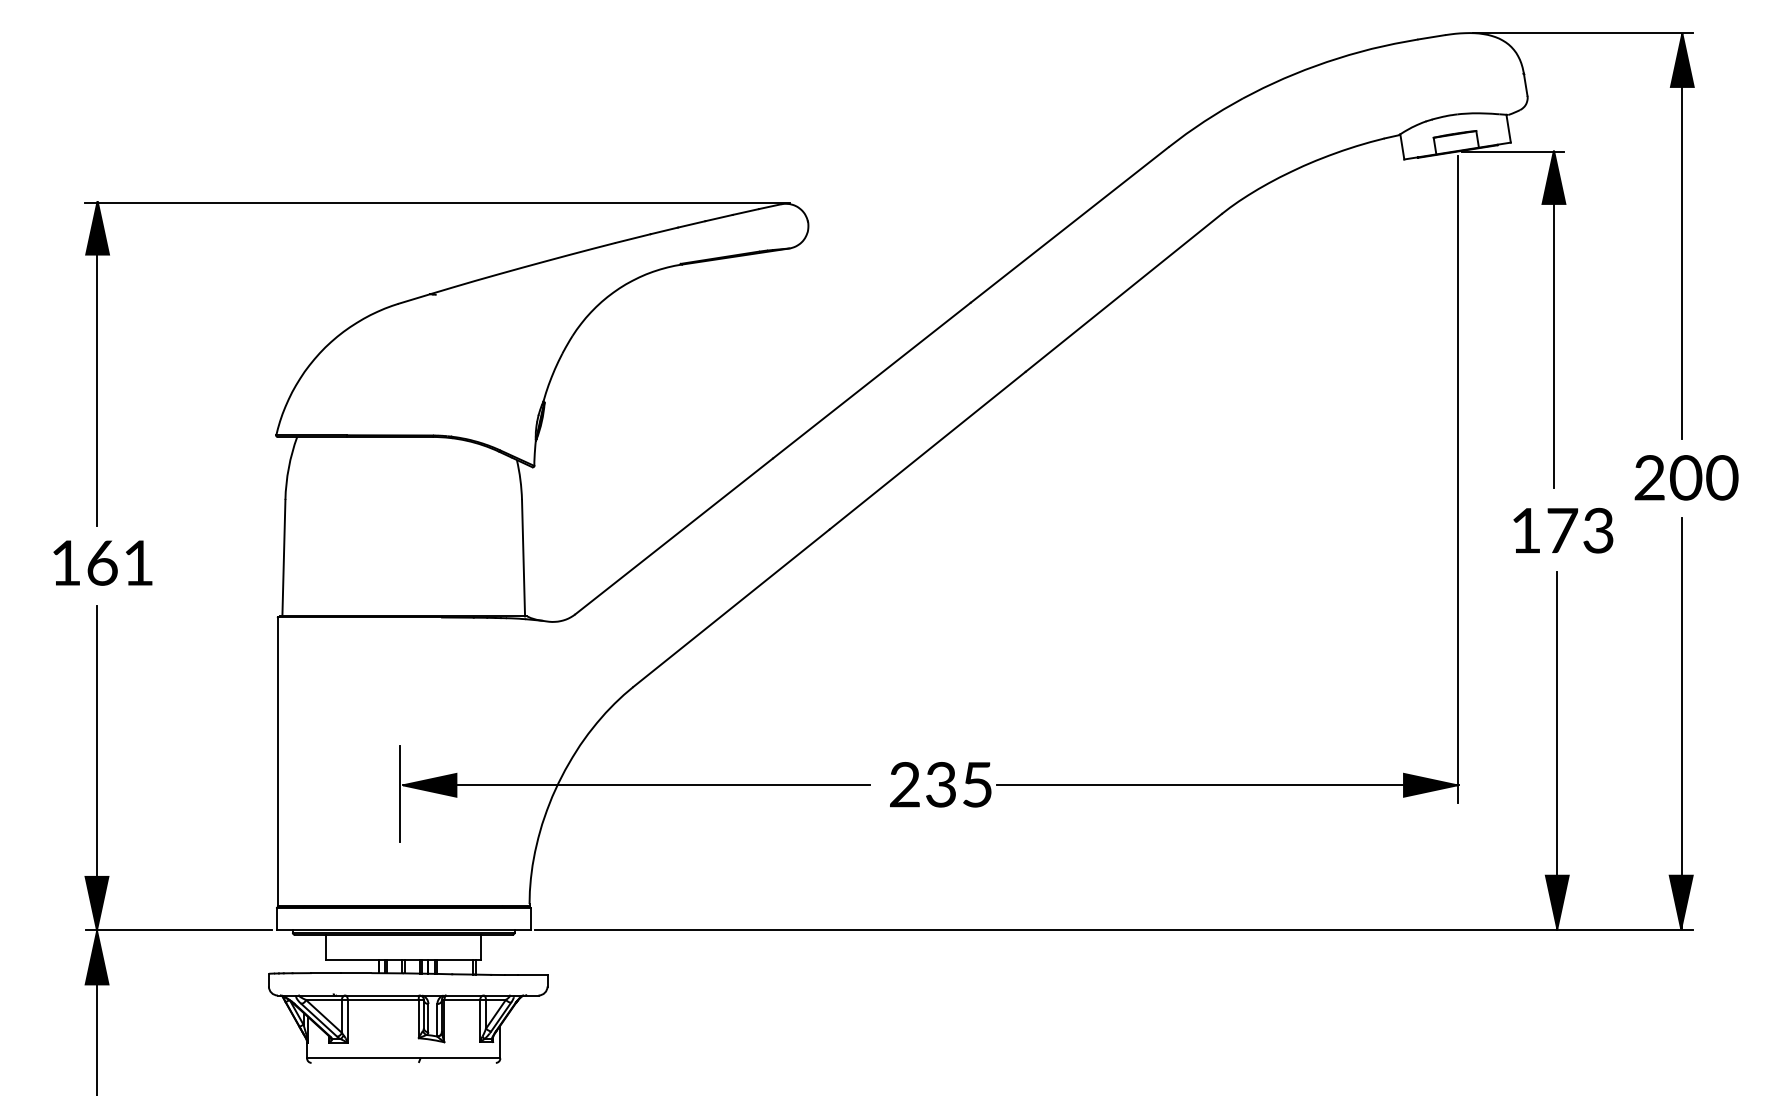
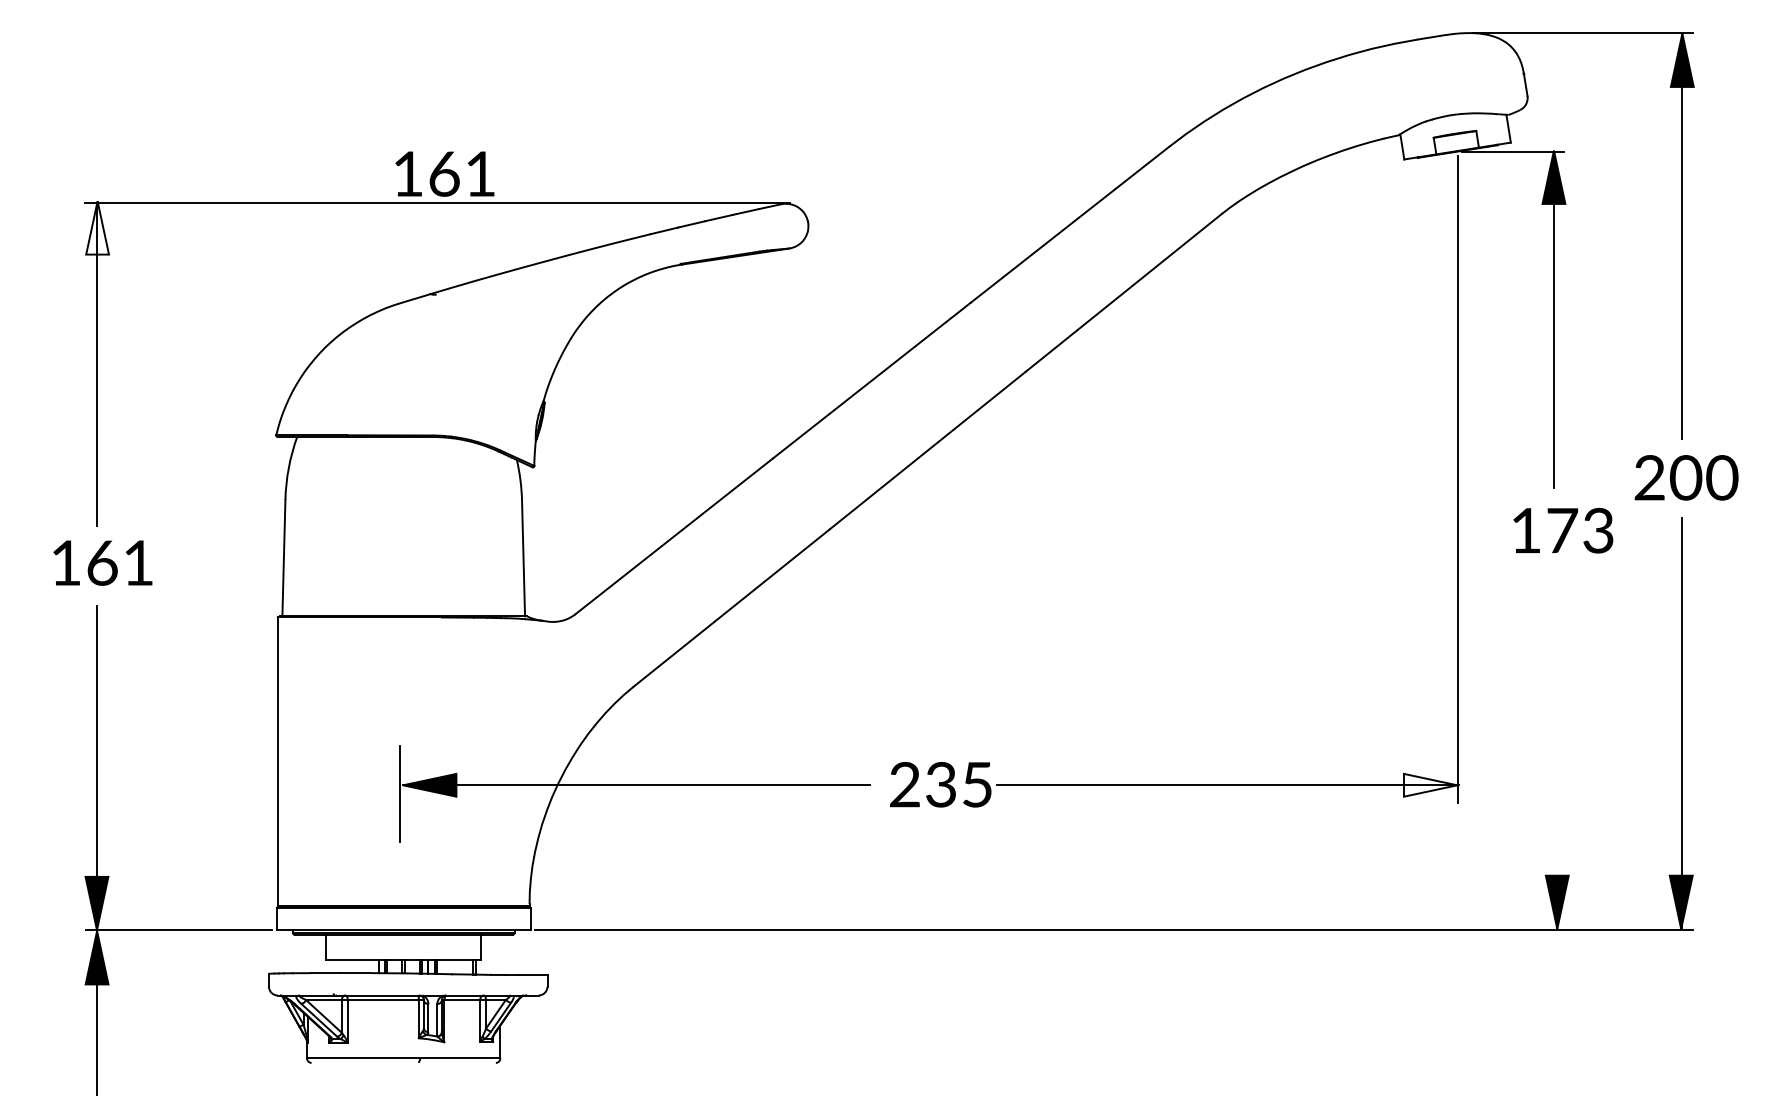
part at (444, 173): none -> present
fill at (97, 227): present -> none
line at (1556, 750): present -> none
fill at (1430, 784): present -> none
